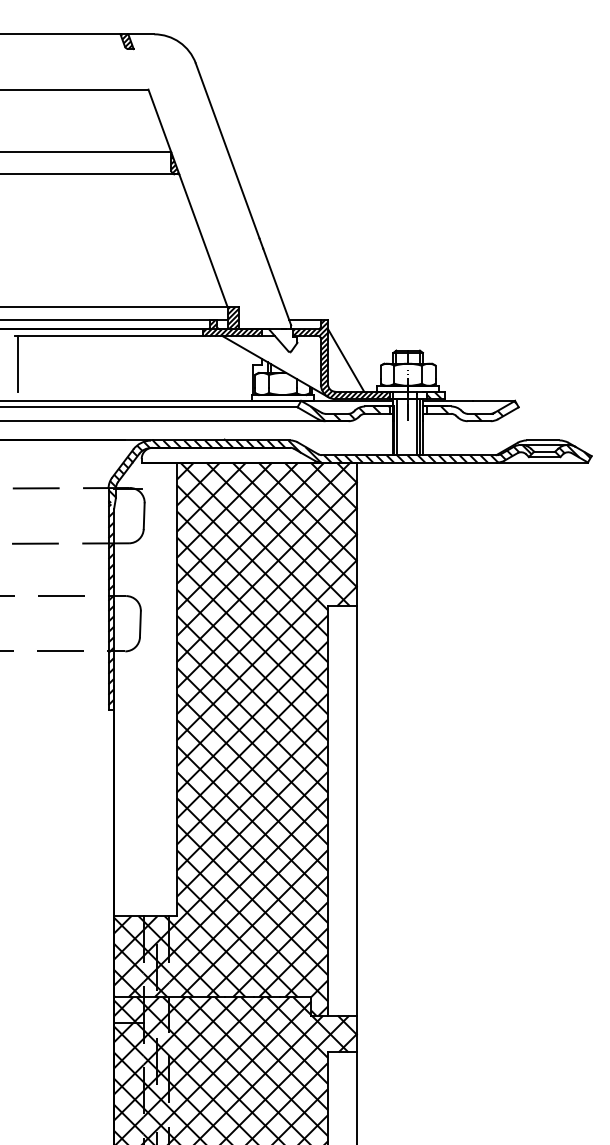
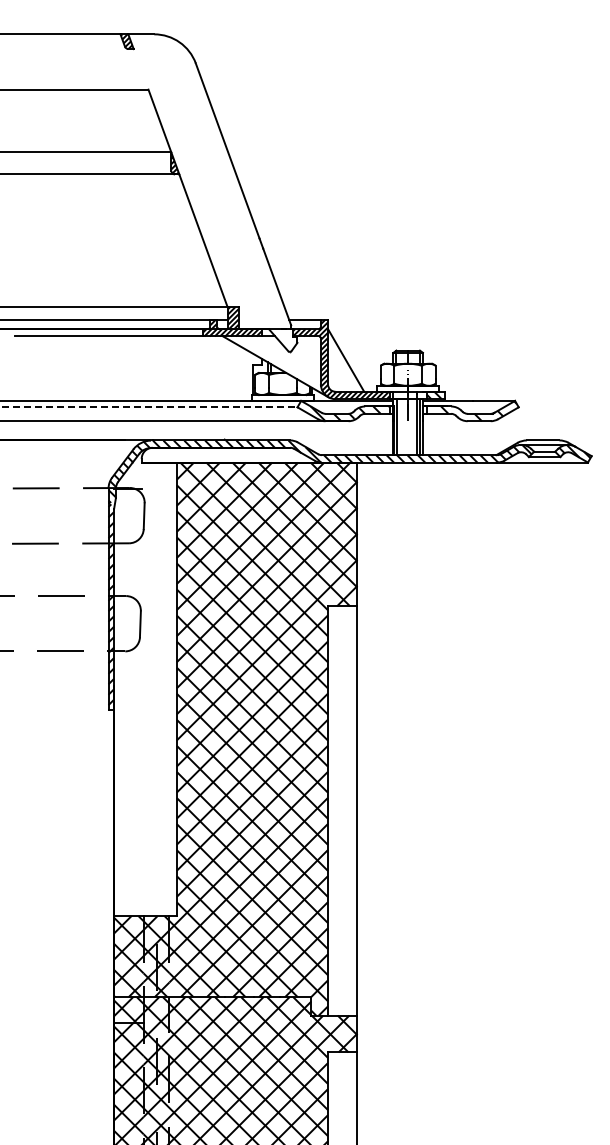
line at (18, 363): present -> none
line at (149, 407): solid -> dashed
